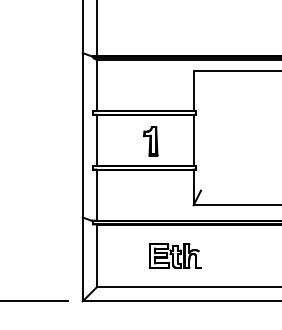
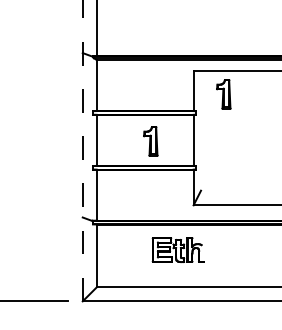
part at (223, 94): none -> present
line at (82, 150): solid -> dashed
part at (174, 255) position: (174, 255) -> (177, 249)
